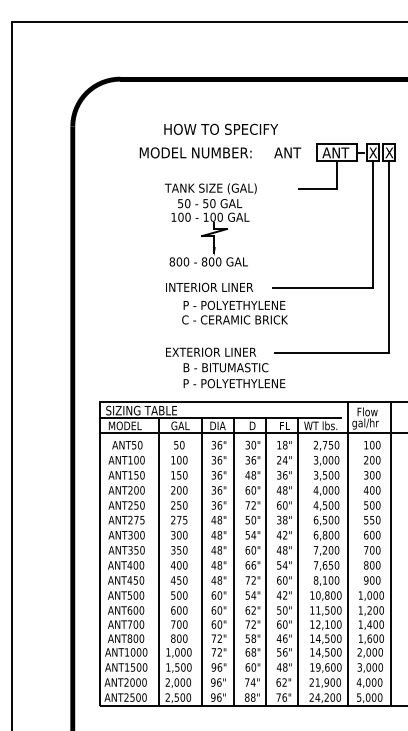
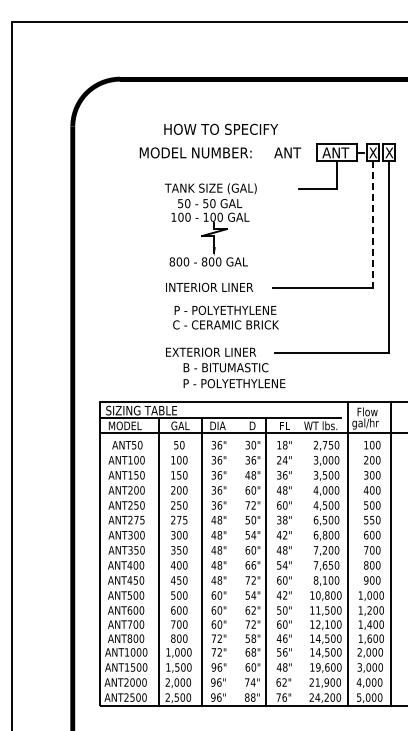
line at (372, 224): solid -> dashed
text at (234, 312) position: (234, 312) -> (225, 317)
line at (234, 562): present -> none
line at (297, 562): present -> none
